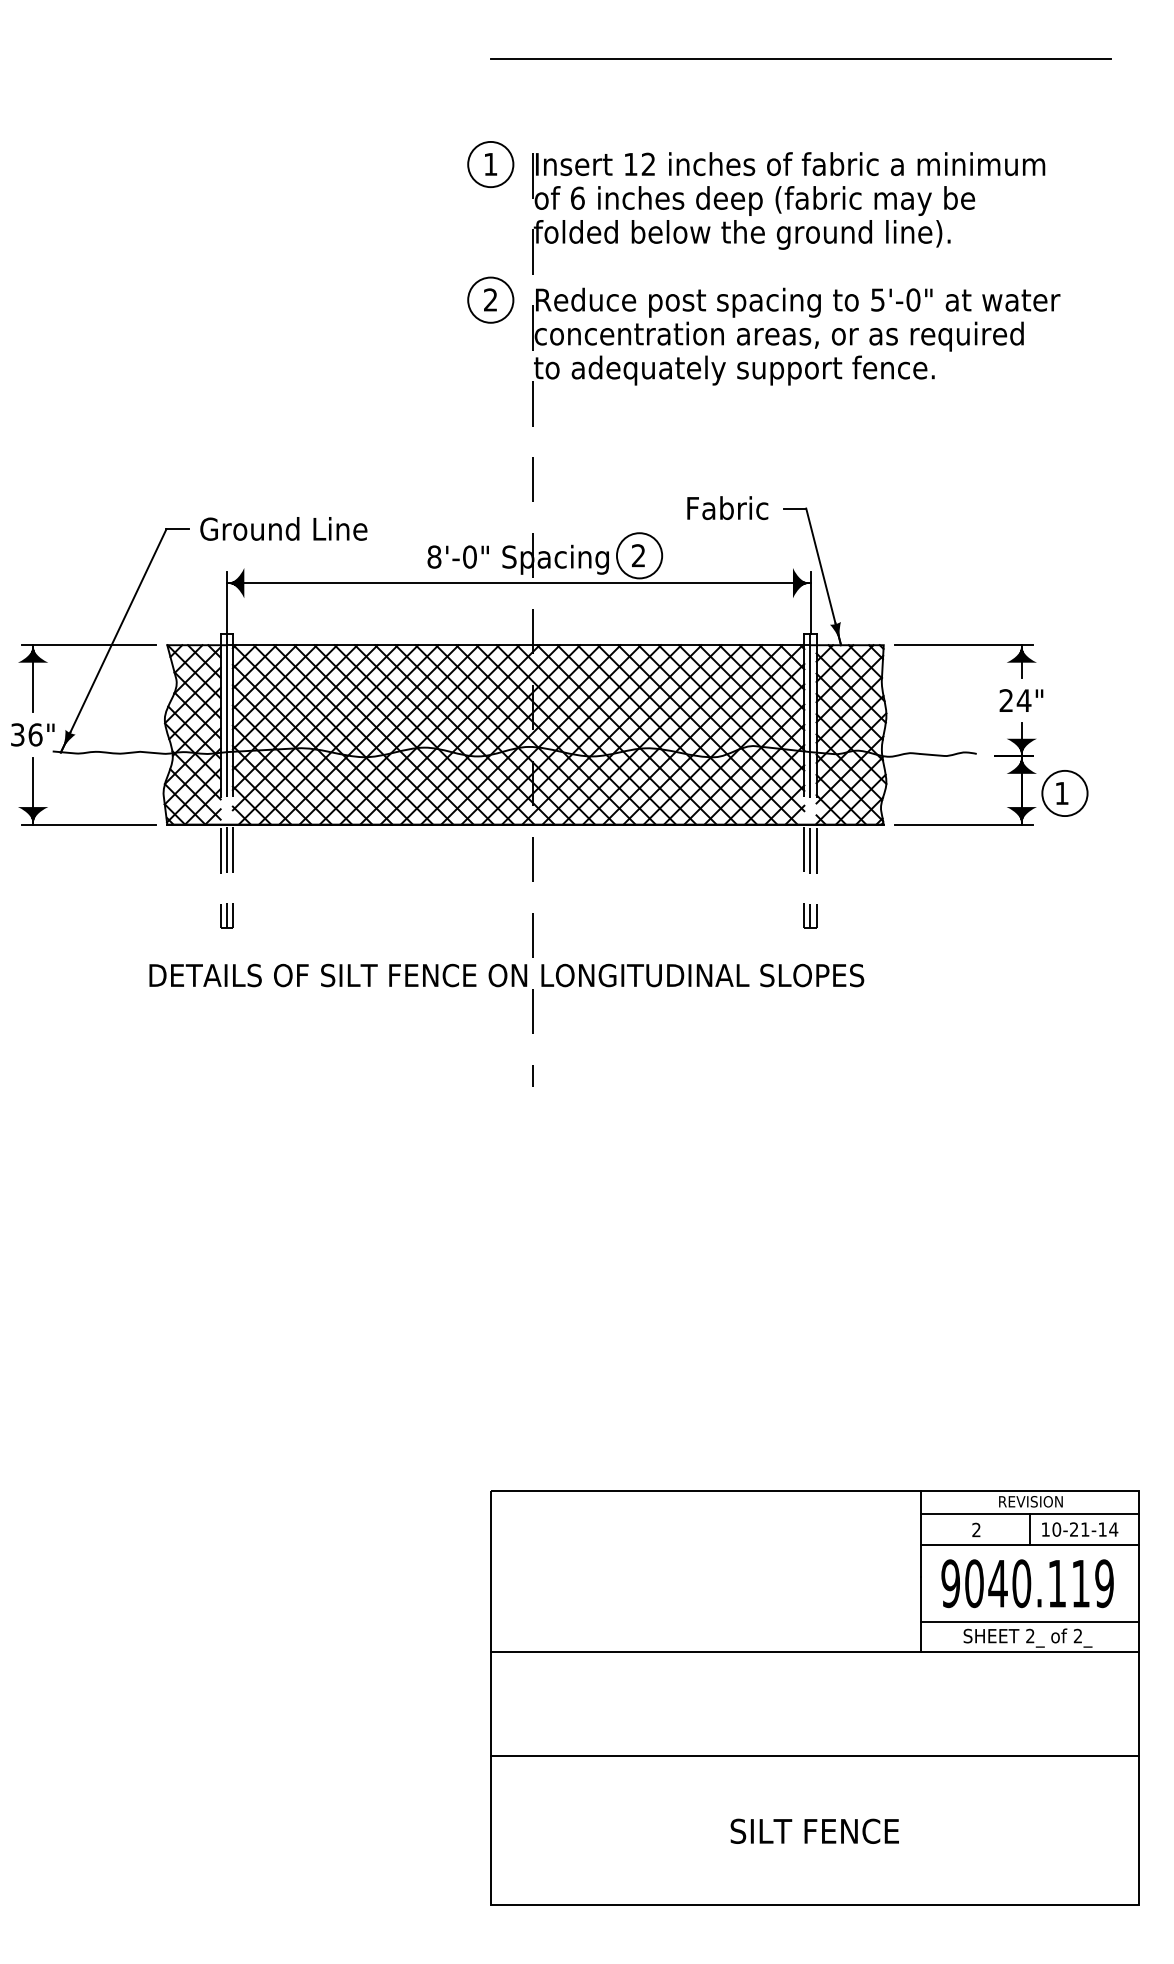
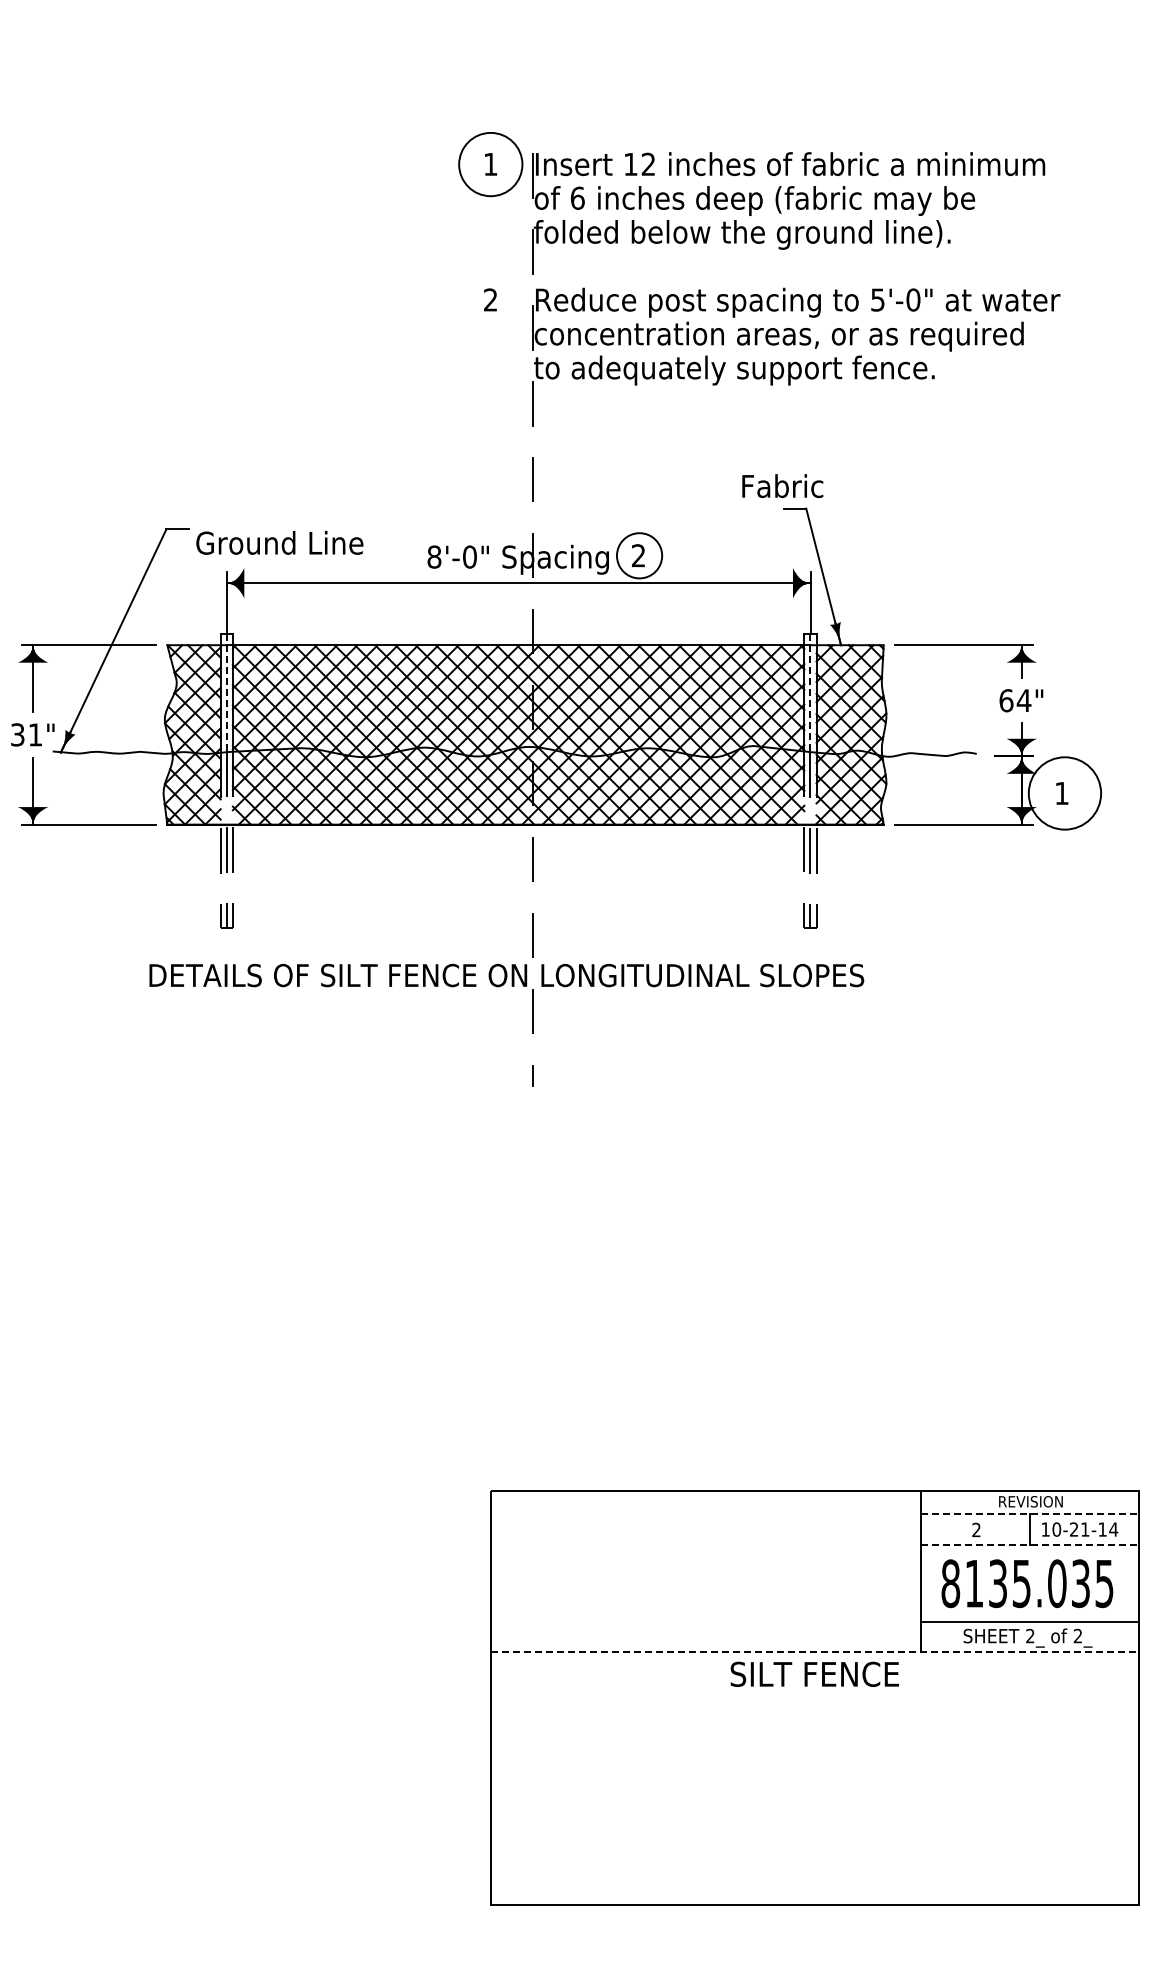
line at (800, 58): present -> none
circle at (490, 164) diameter: 45 px -> 63 px
circle at (490, 299): present -> none
text at (727, 507) position: (727, 507) -> (782, 485)
text at (283, 528) position: (283, 528) -> (279, 542)
line at (226, 692): solid -> dashed
line at (810, 693): solid -> dashed
text at (1006, 700): 24" -> 64"
text at (35, 734): 36" -> 31"
circle at (1064, 793) diameter: 45 px -> 72 px
line at (1030, 1514): solid -> dashed
line at (1030, 1545): solid -> dashed
text at (1027, 1583): 9040.119 -> 8135.035
line at (815, 1652): solid -> dashed
line at (814, 1755): present -> none
text at (814, 1830) position: (814, 1830) -> (814, 1673)
